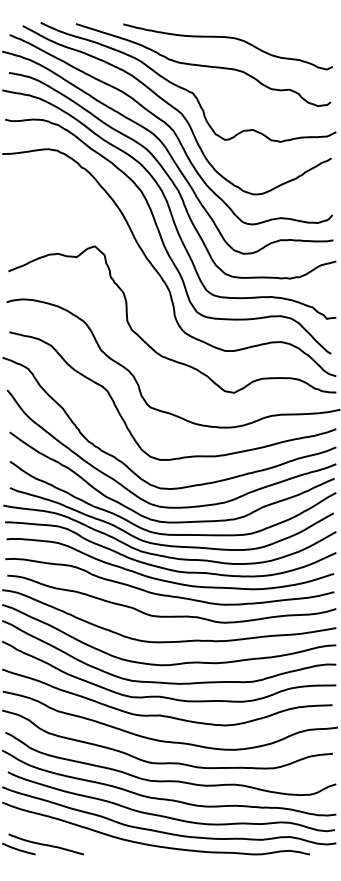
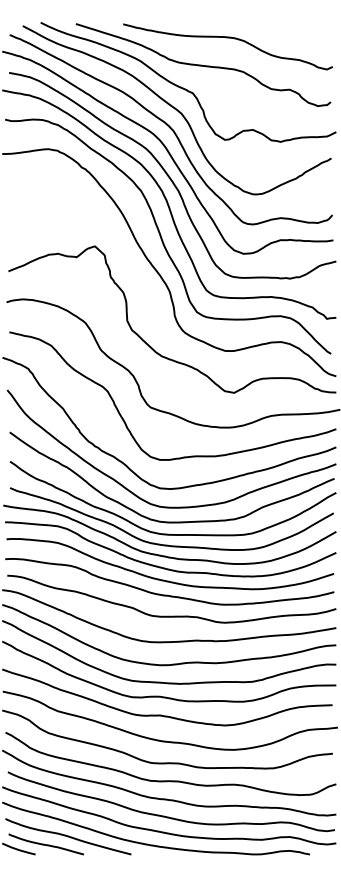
curve at (68, 836): none -> present
